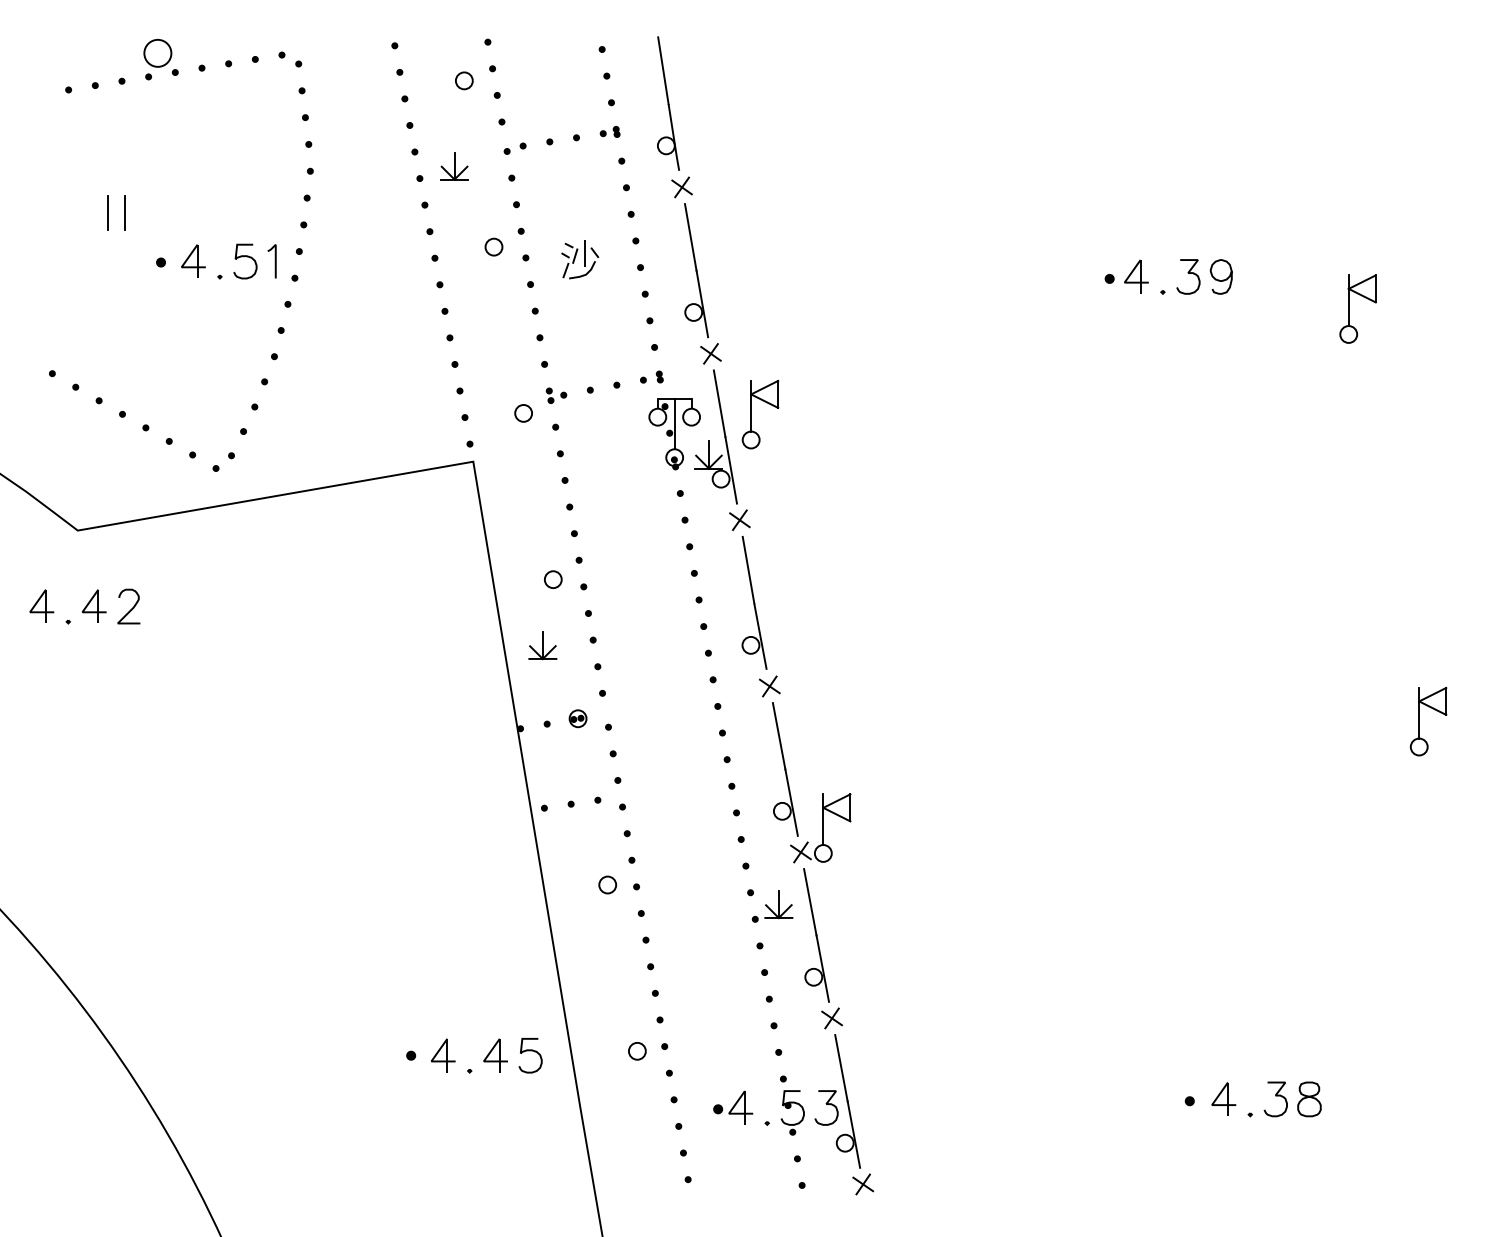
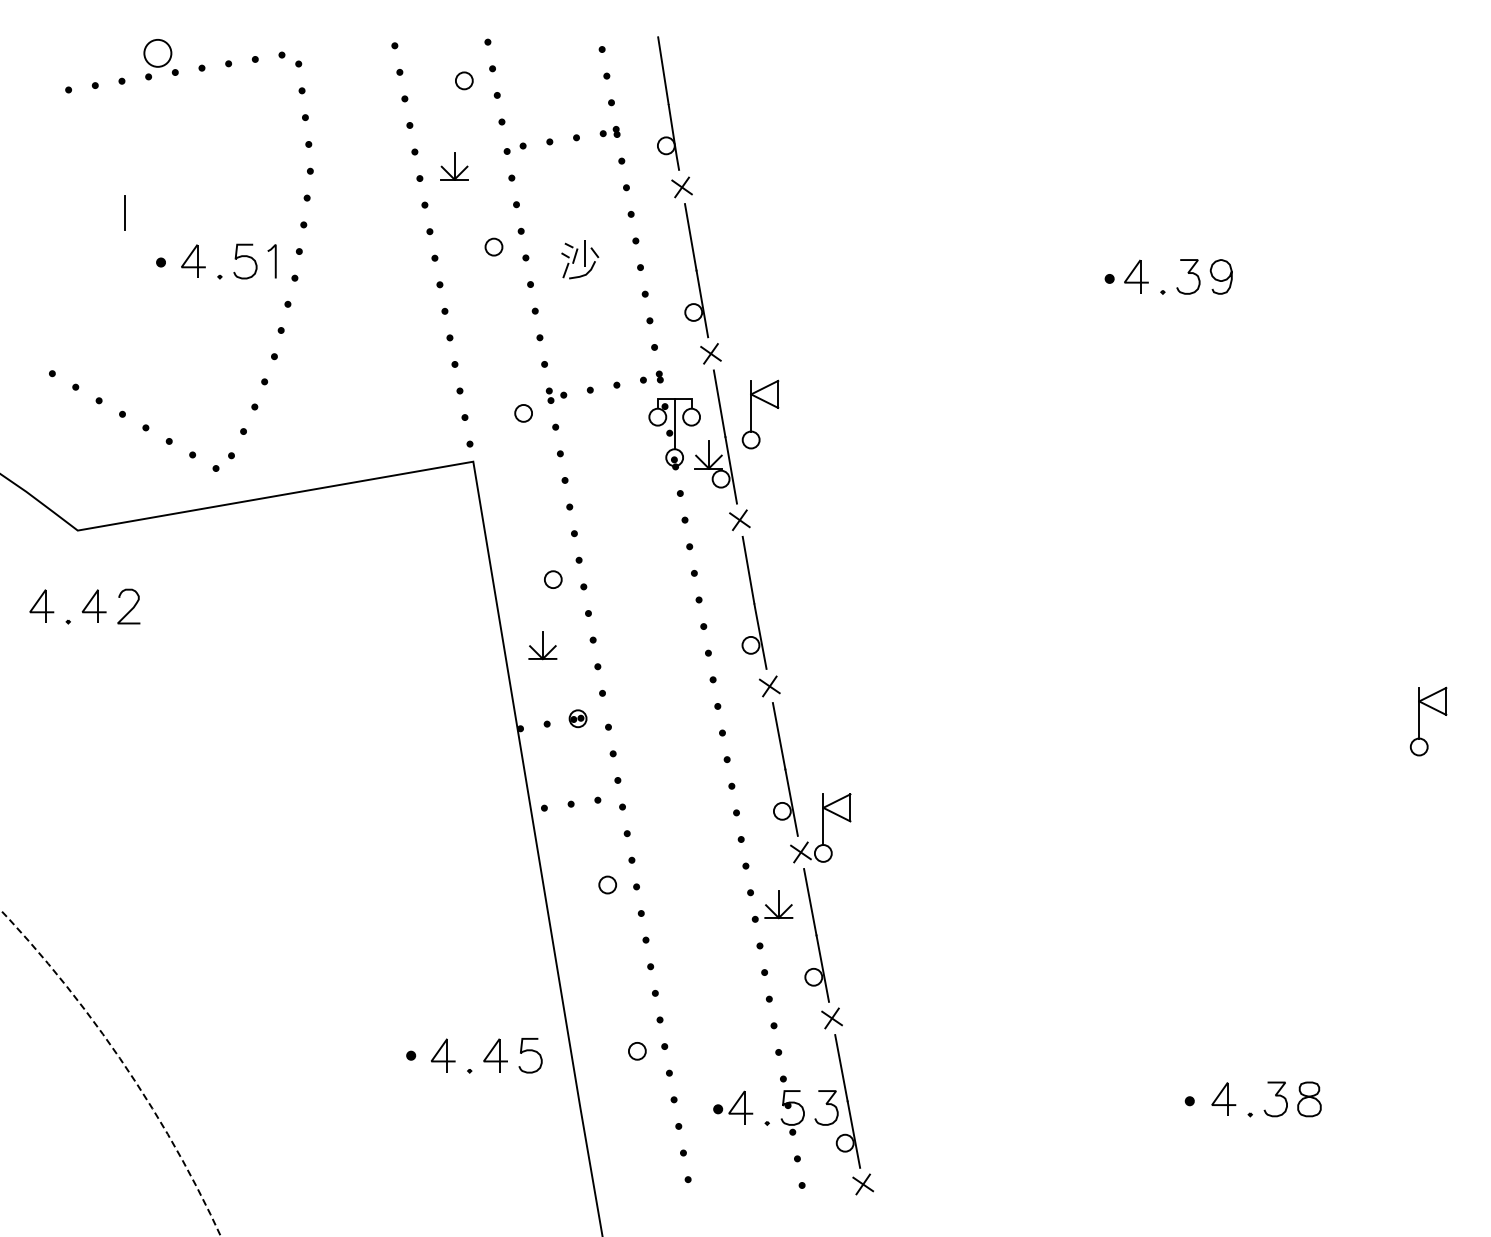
line at (107, 212): present -> none
part at (1349, 308): present -> none
arc at (123, 1064): solid -> dashed
